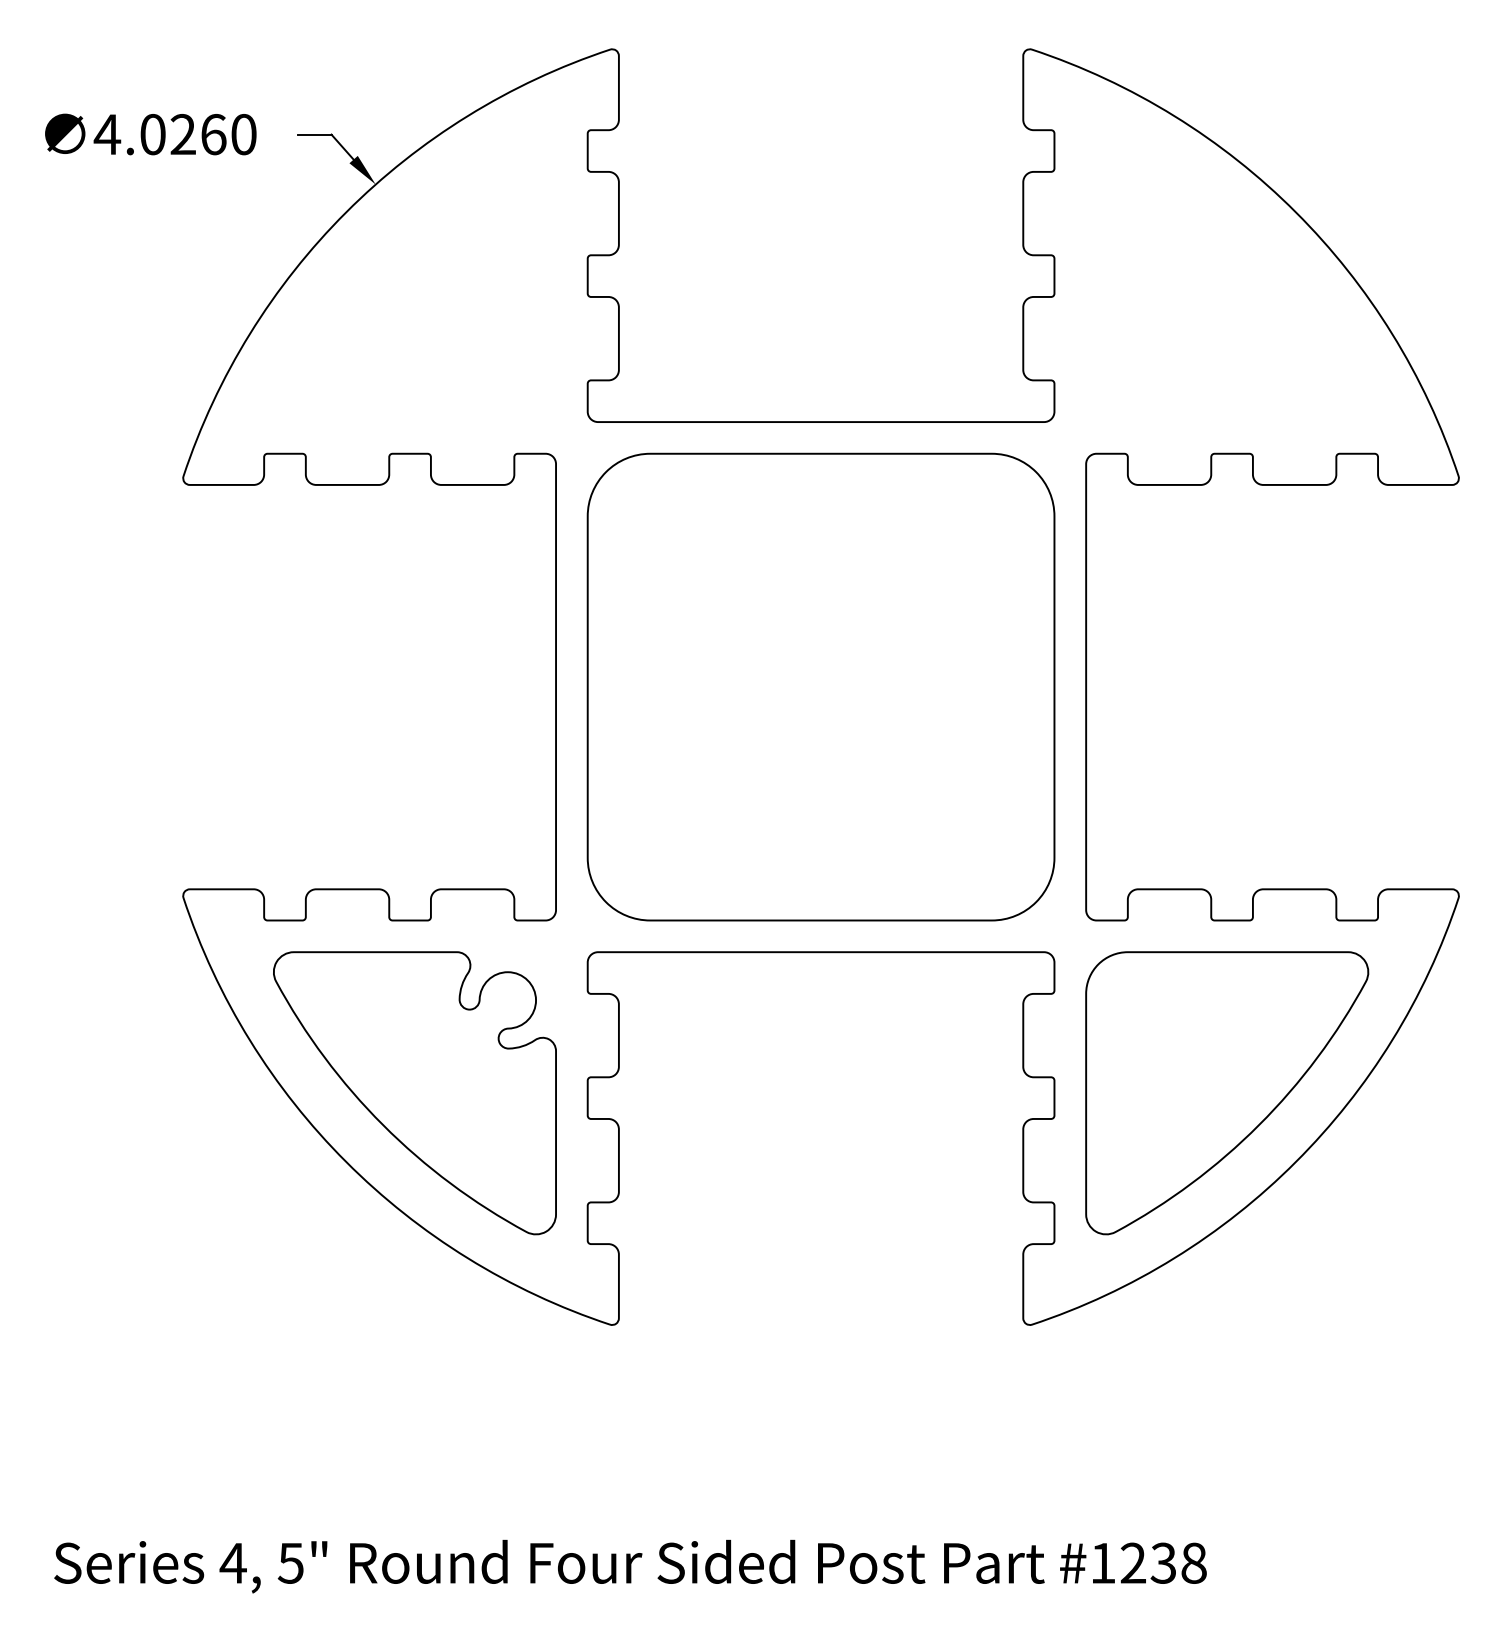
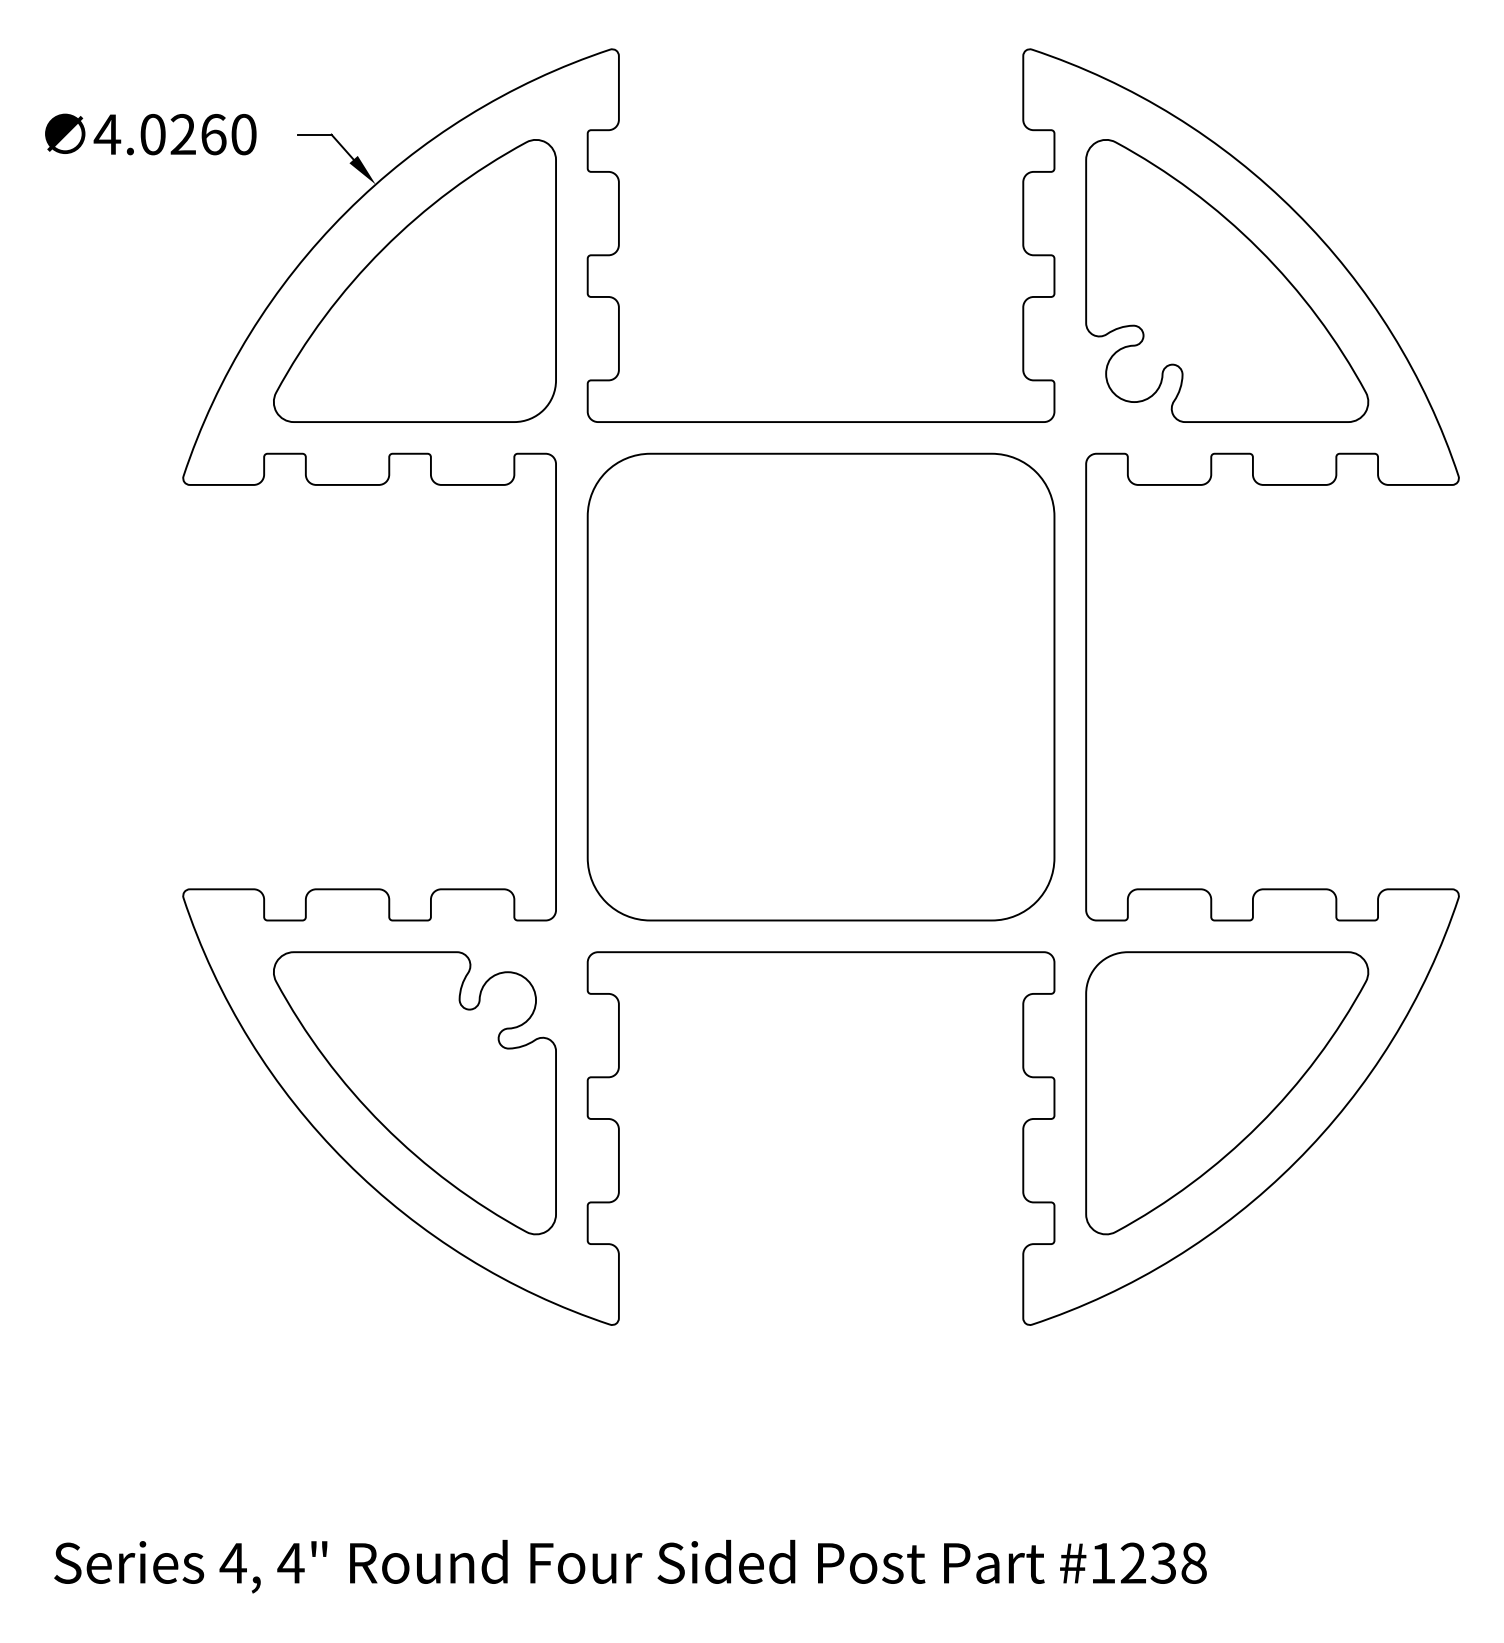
part at (414, 280): none -> present
part at (1227, 280): none -> present
text at (290, 1563): 5" -> 4"
